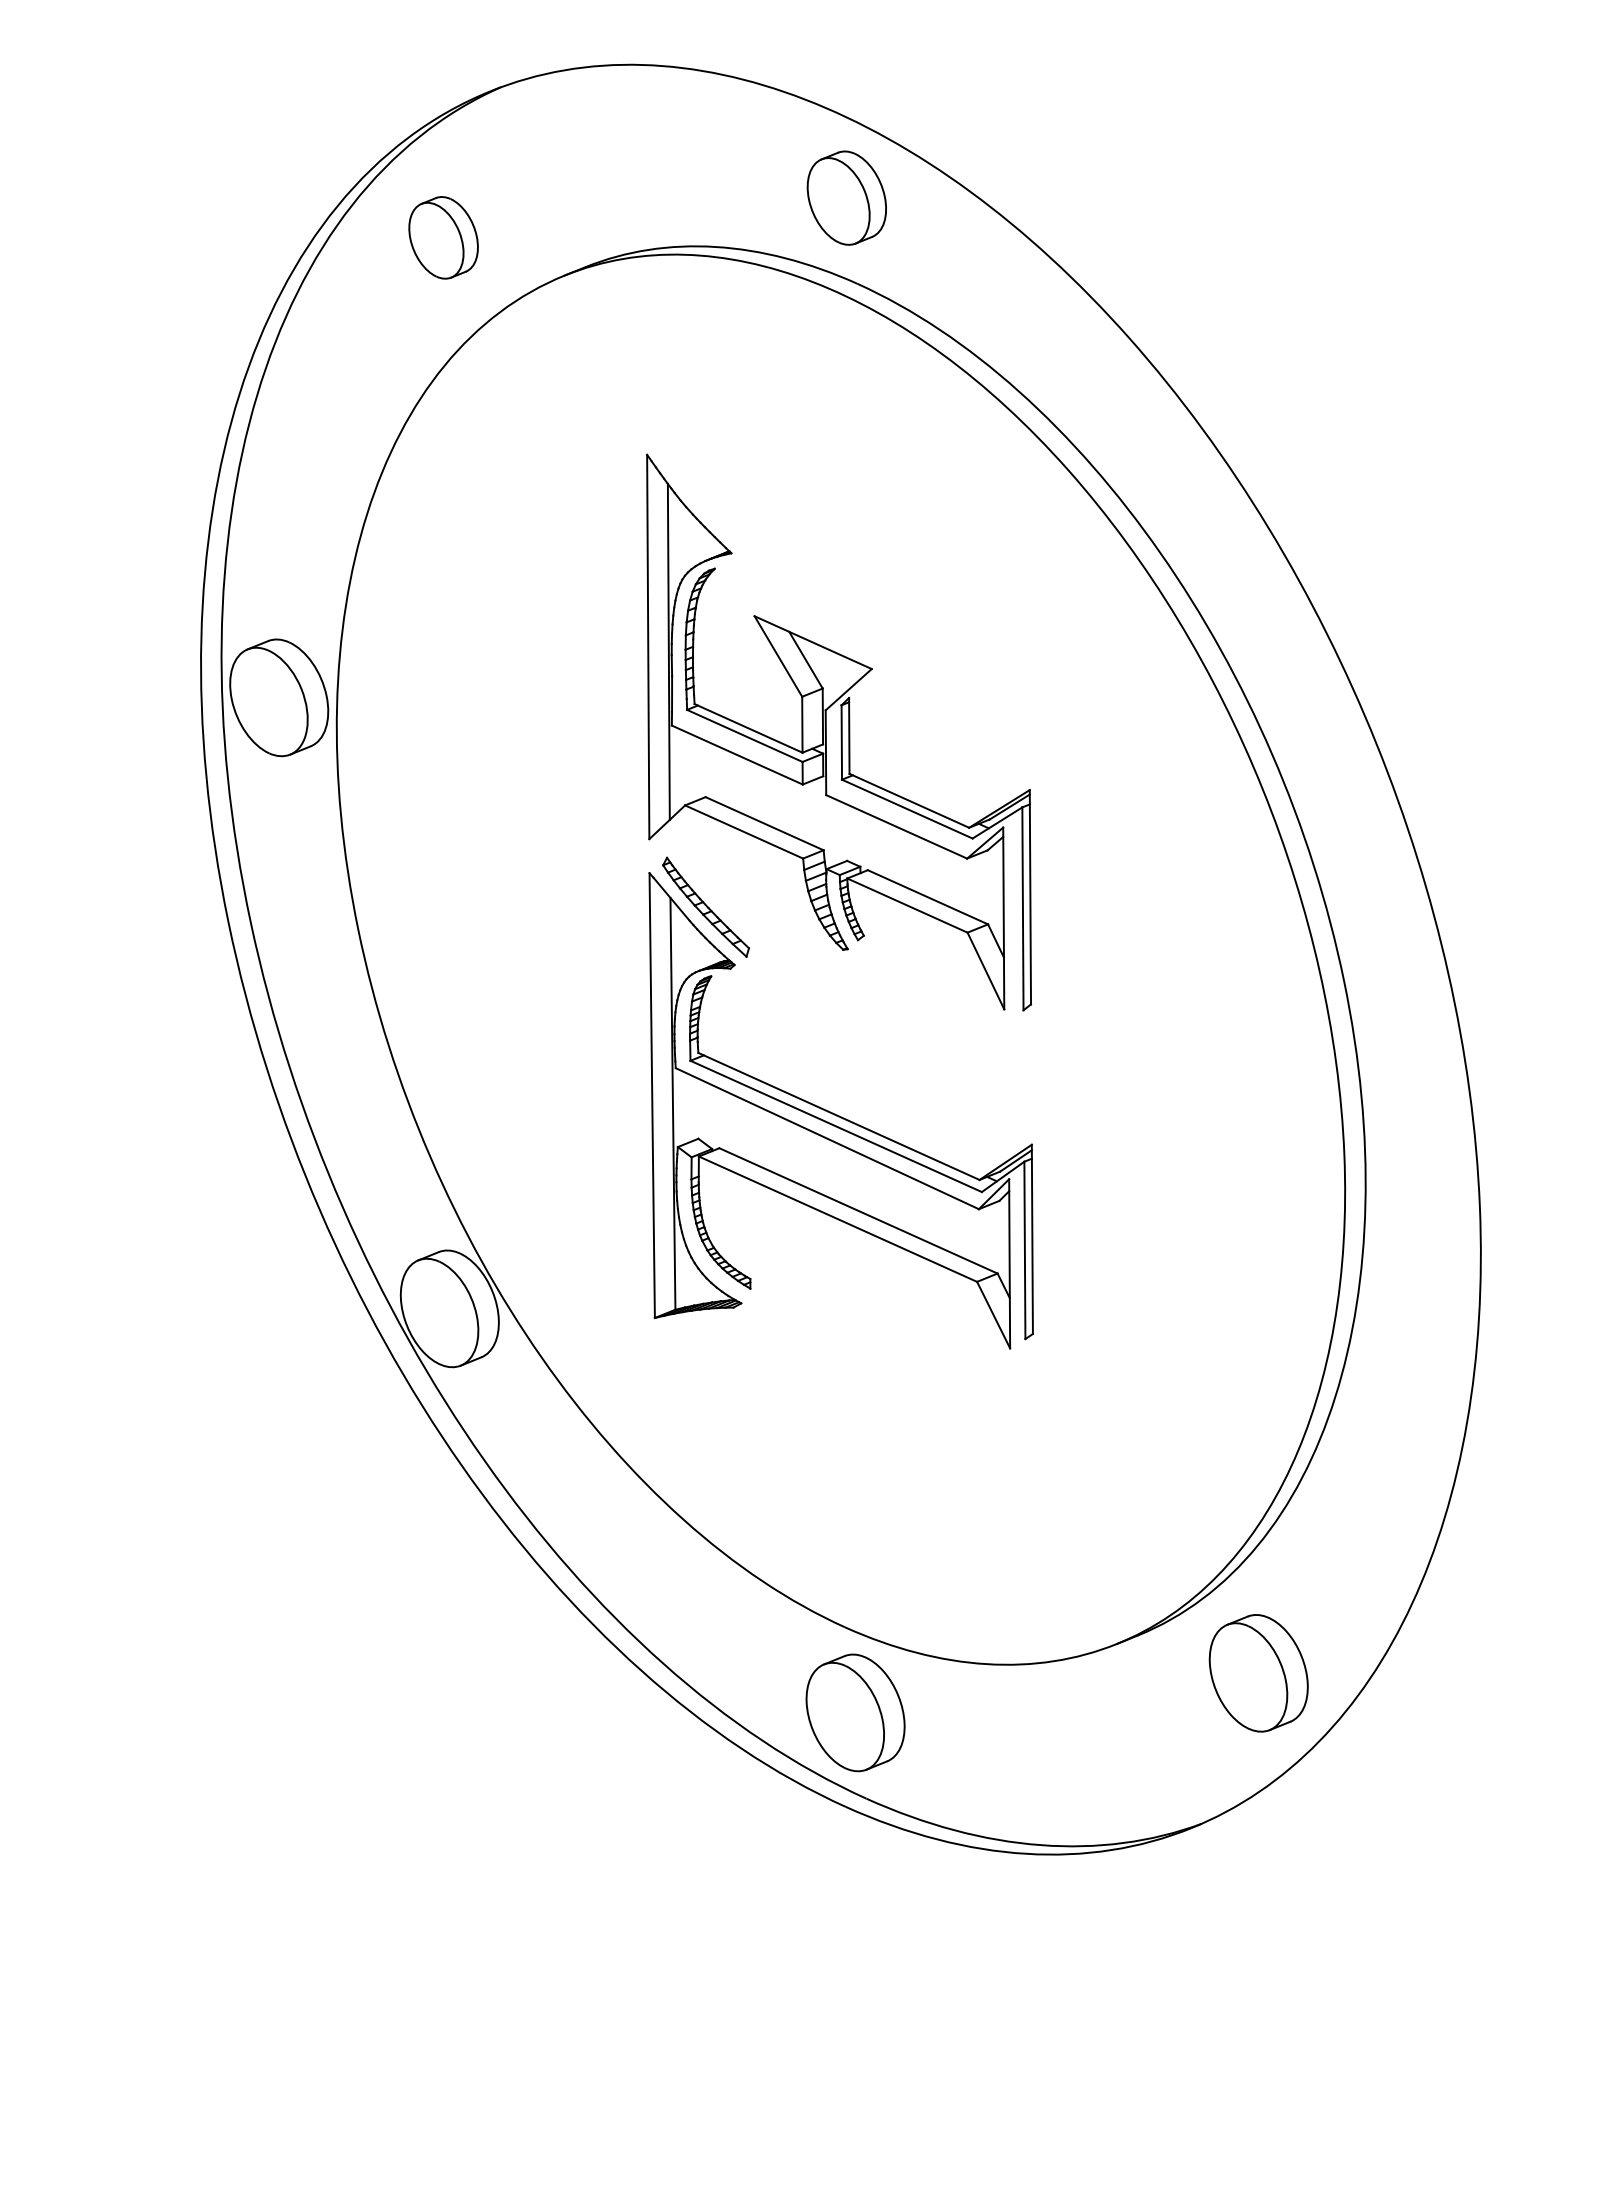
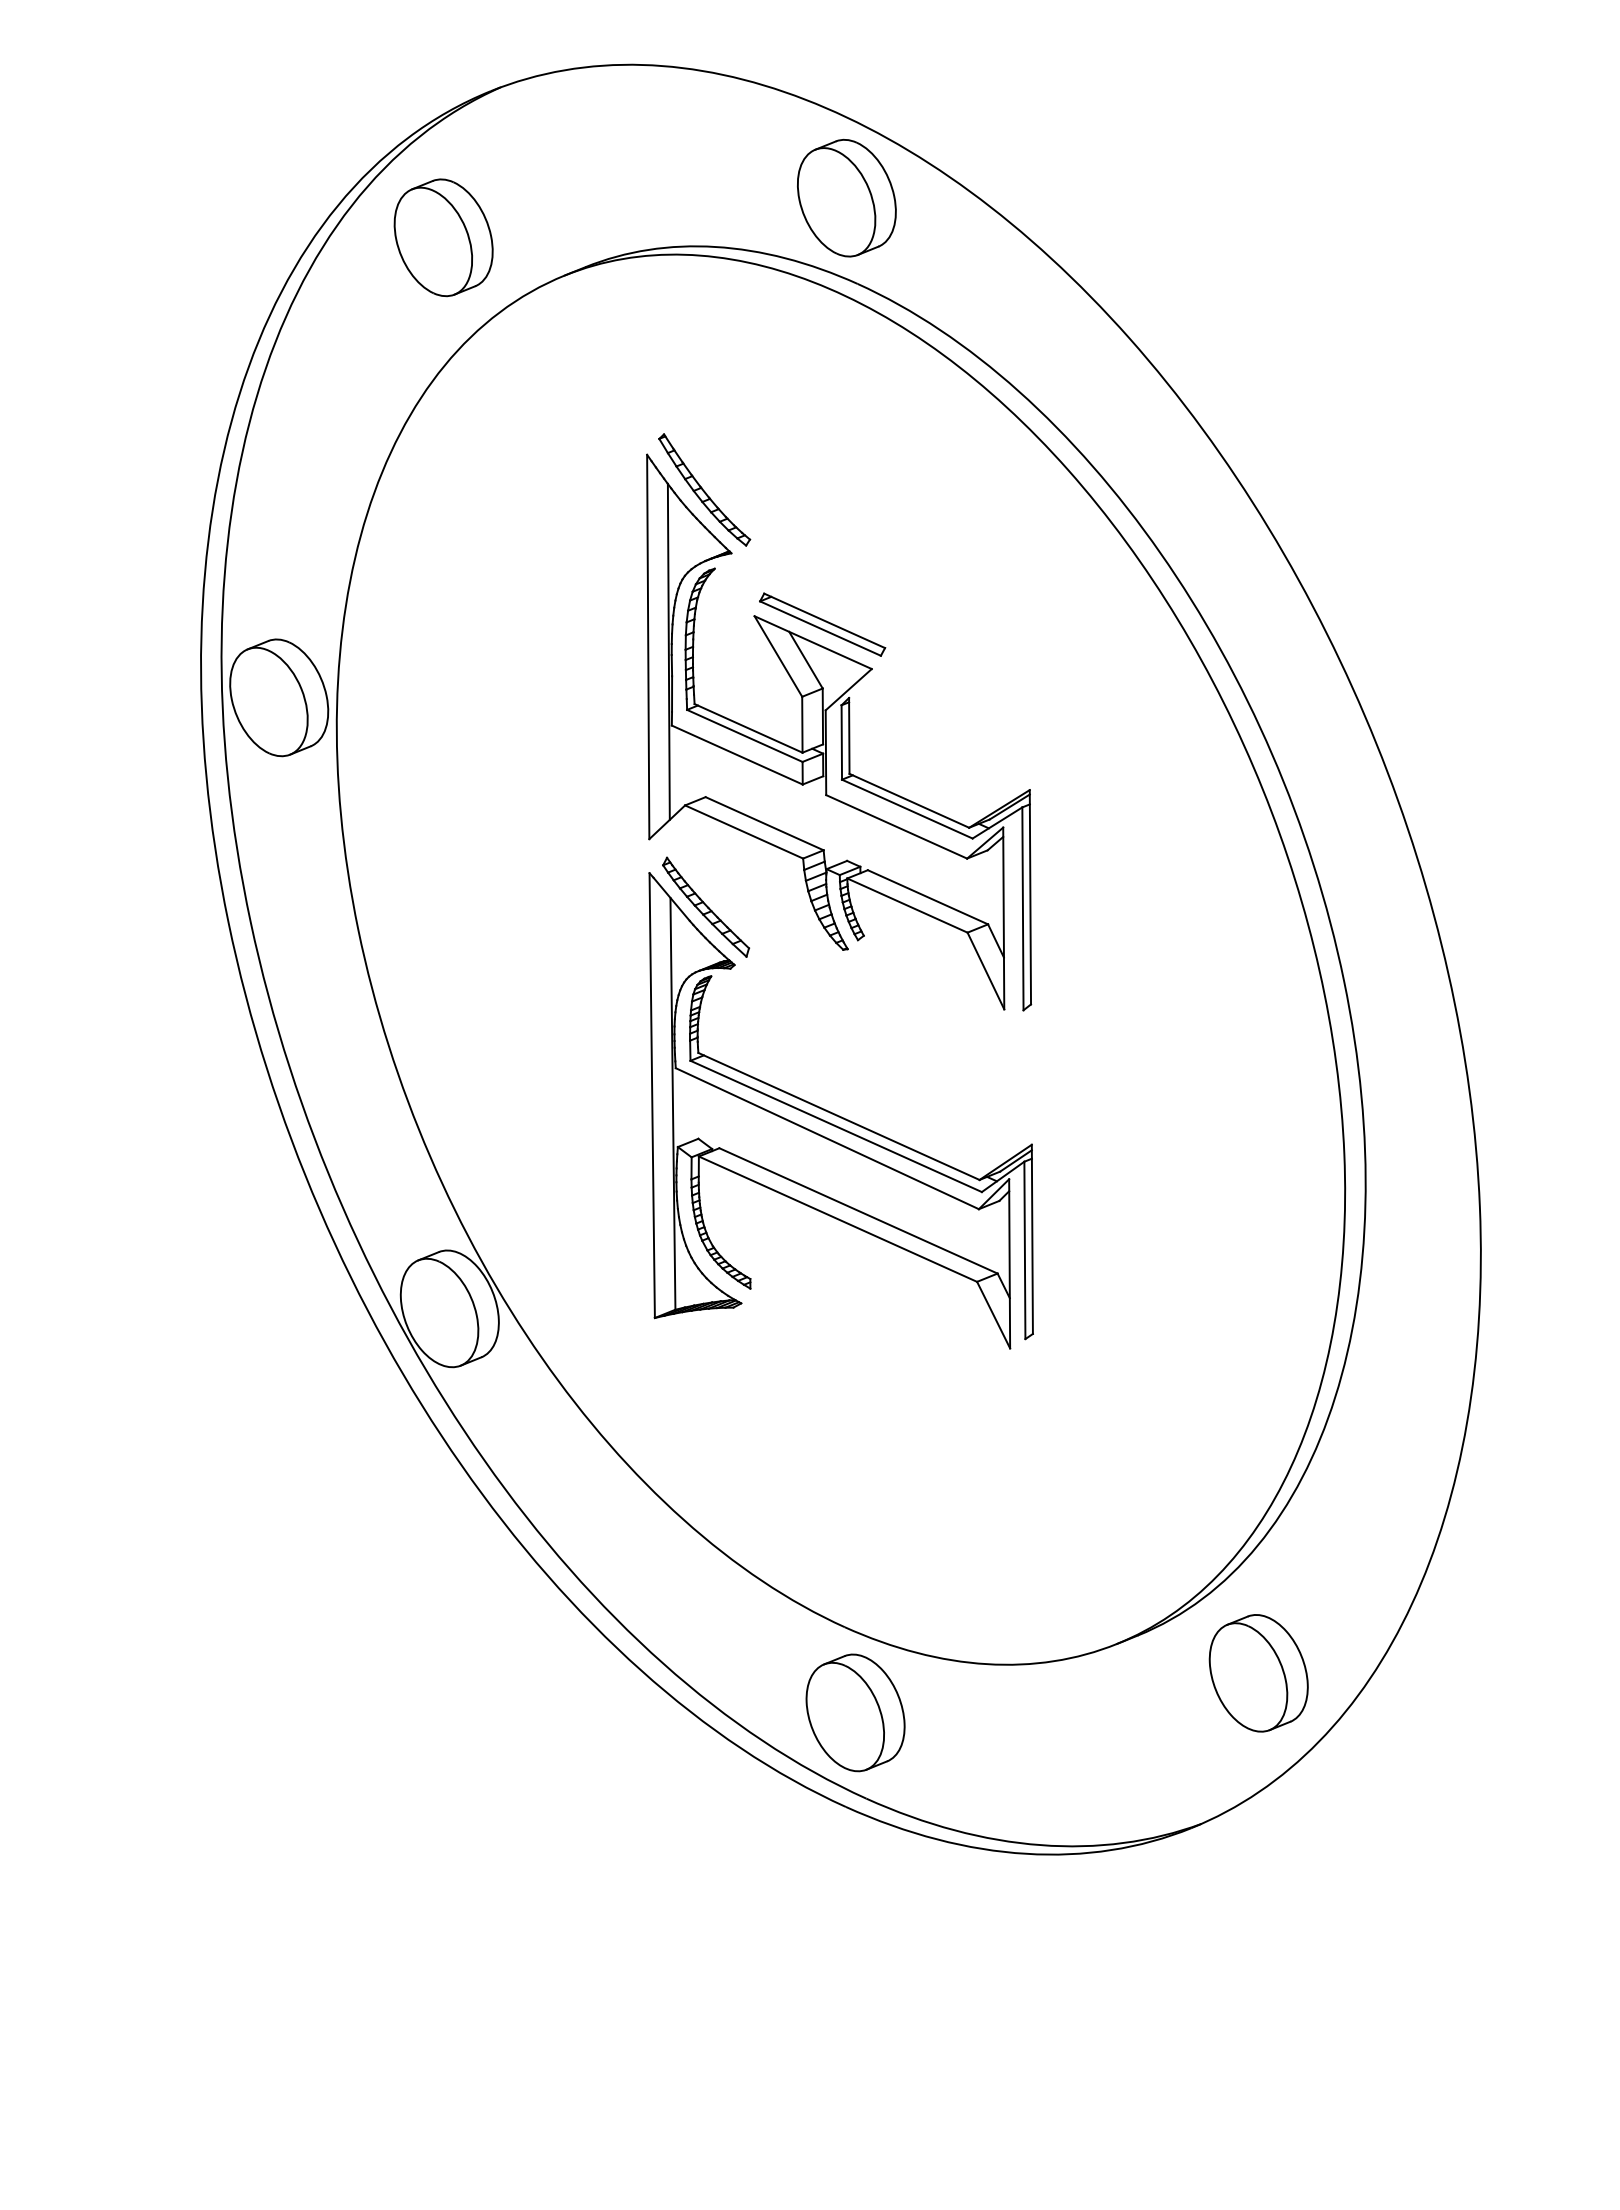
part at (846, 197) size: 81x96 px -> 100x120 px
part at (443, 237) size: 71x84 px -> 101x120 px
part at (704, 489): none -> present
part at (822, 624): none -> present
